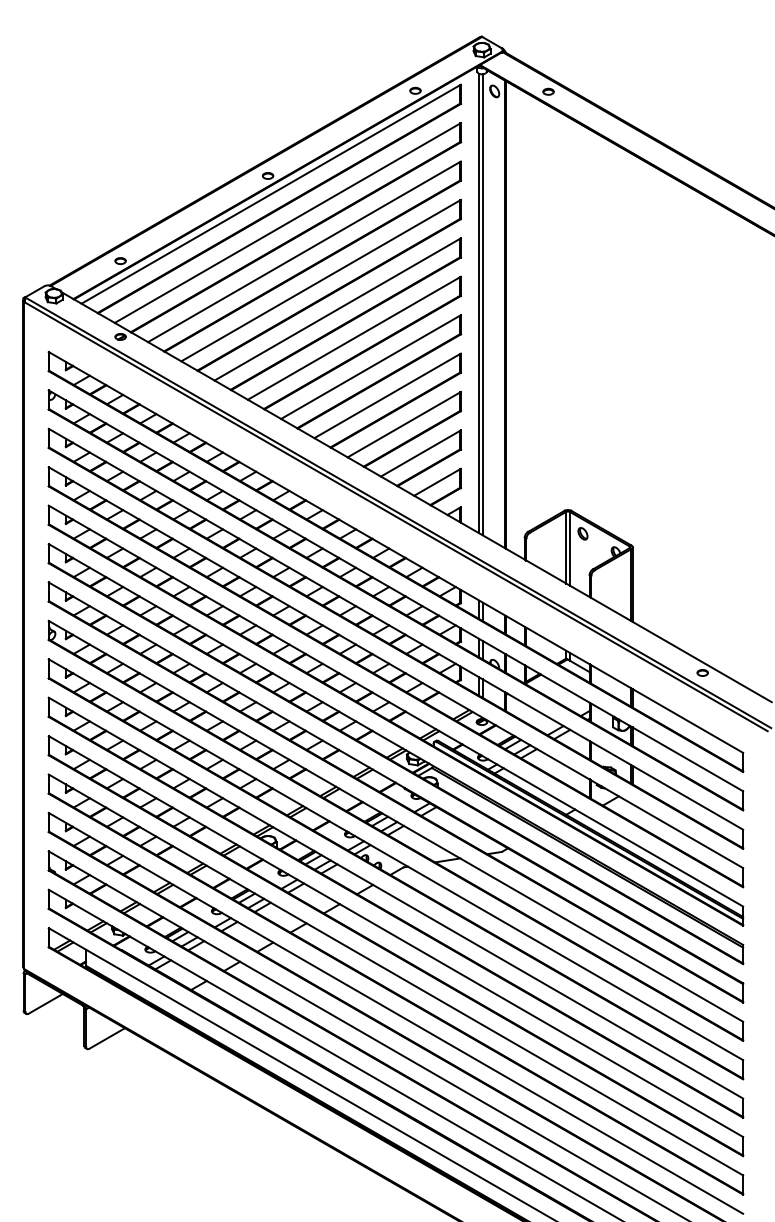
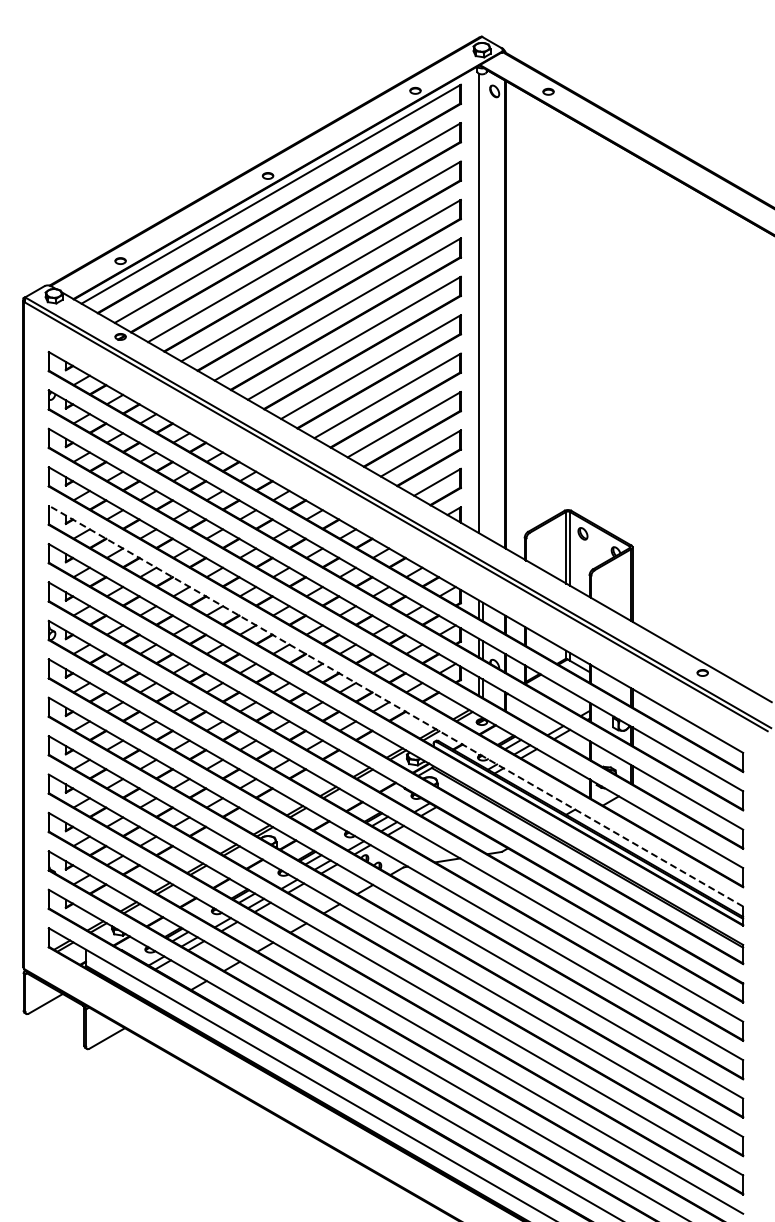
line at (482, 304): present -> none
line at (395, 706): solid -> dashed
